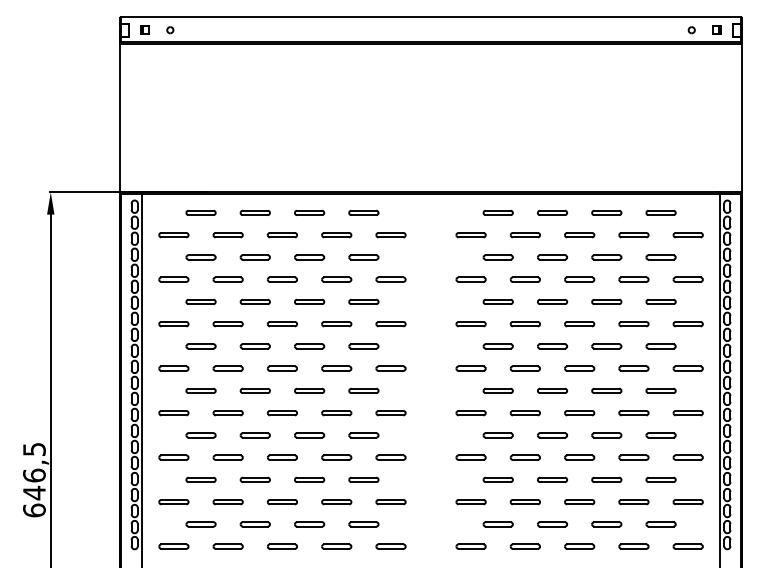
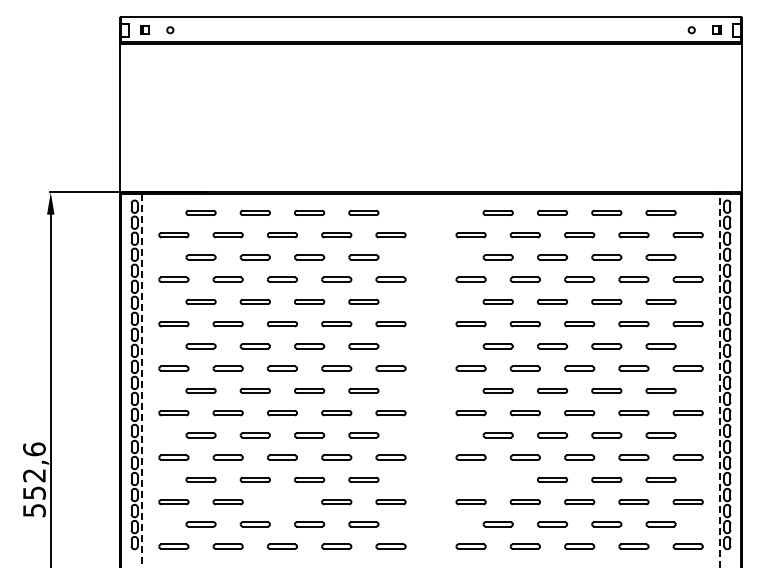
line at (142, 380): solid -> dashed
line at (719, 380): solid -> dashed
text at (34, 479): 646,5 -> 552,6
part at (497, 479): present -> none
part at (282, 502): present -> none
